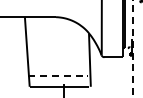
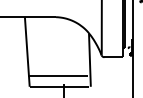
line at (132, 49): dashed -> solid
line at (58, 76): dashed -> solid
